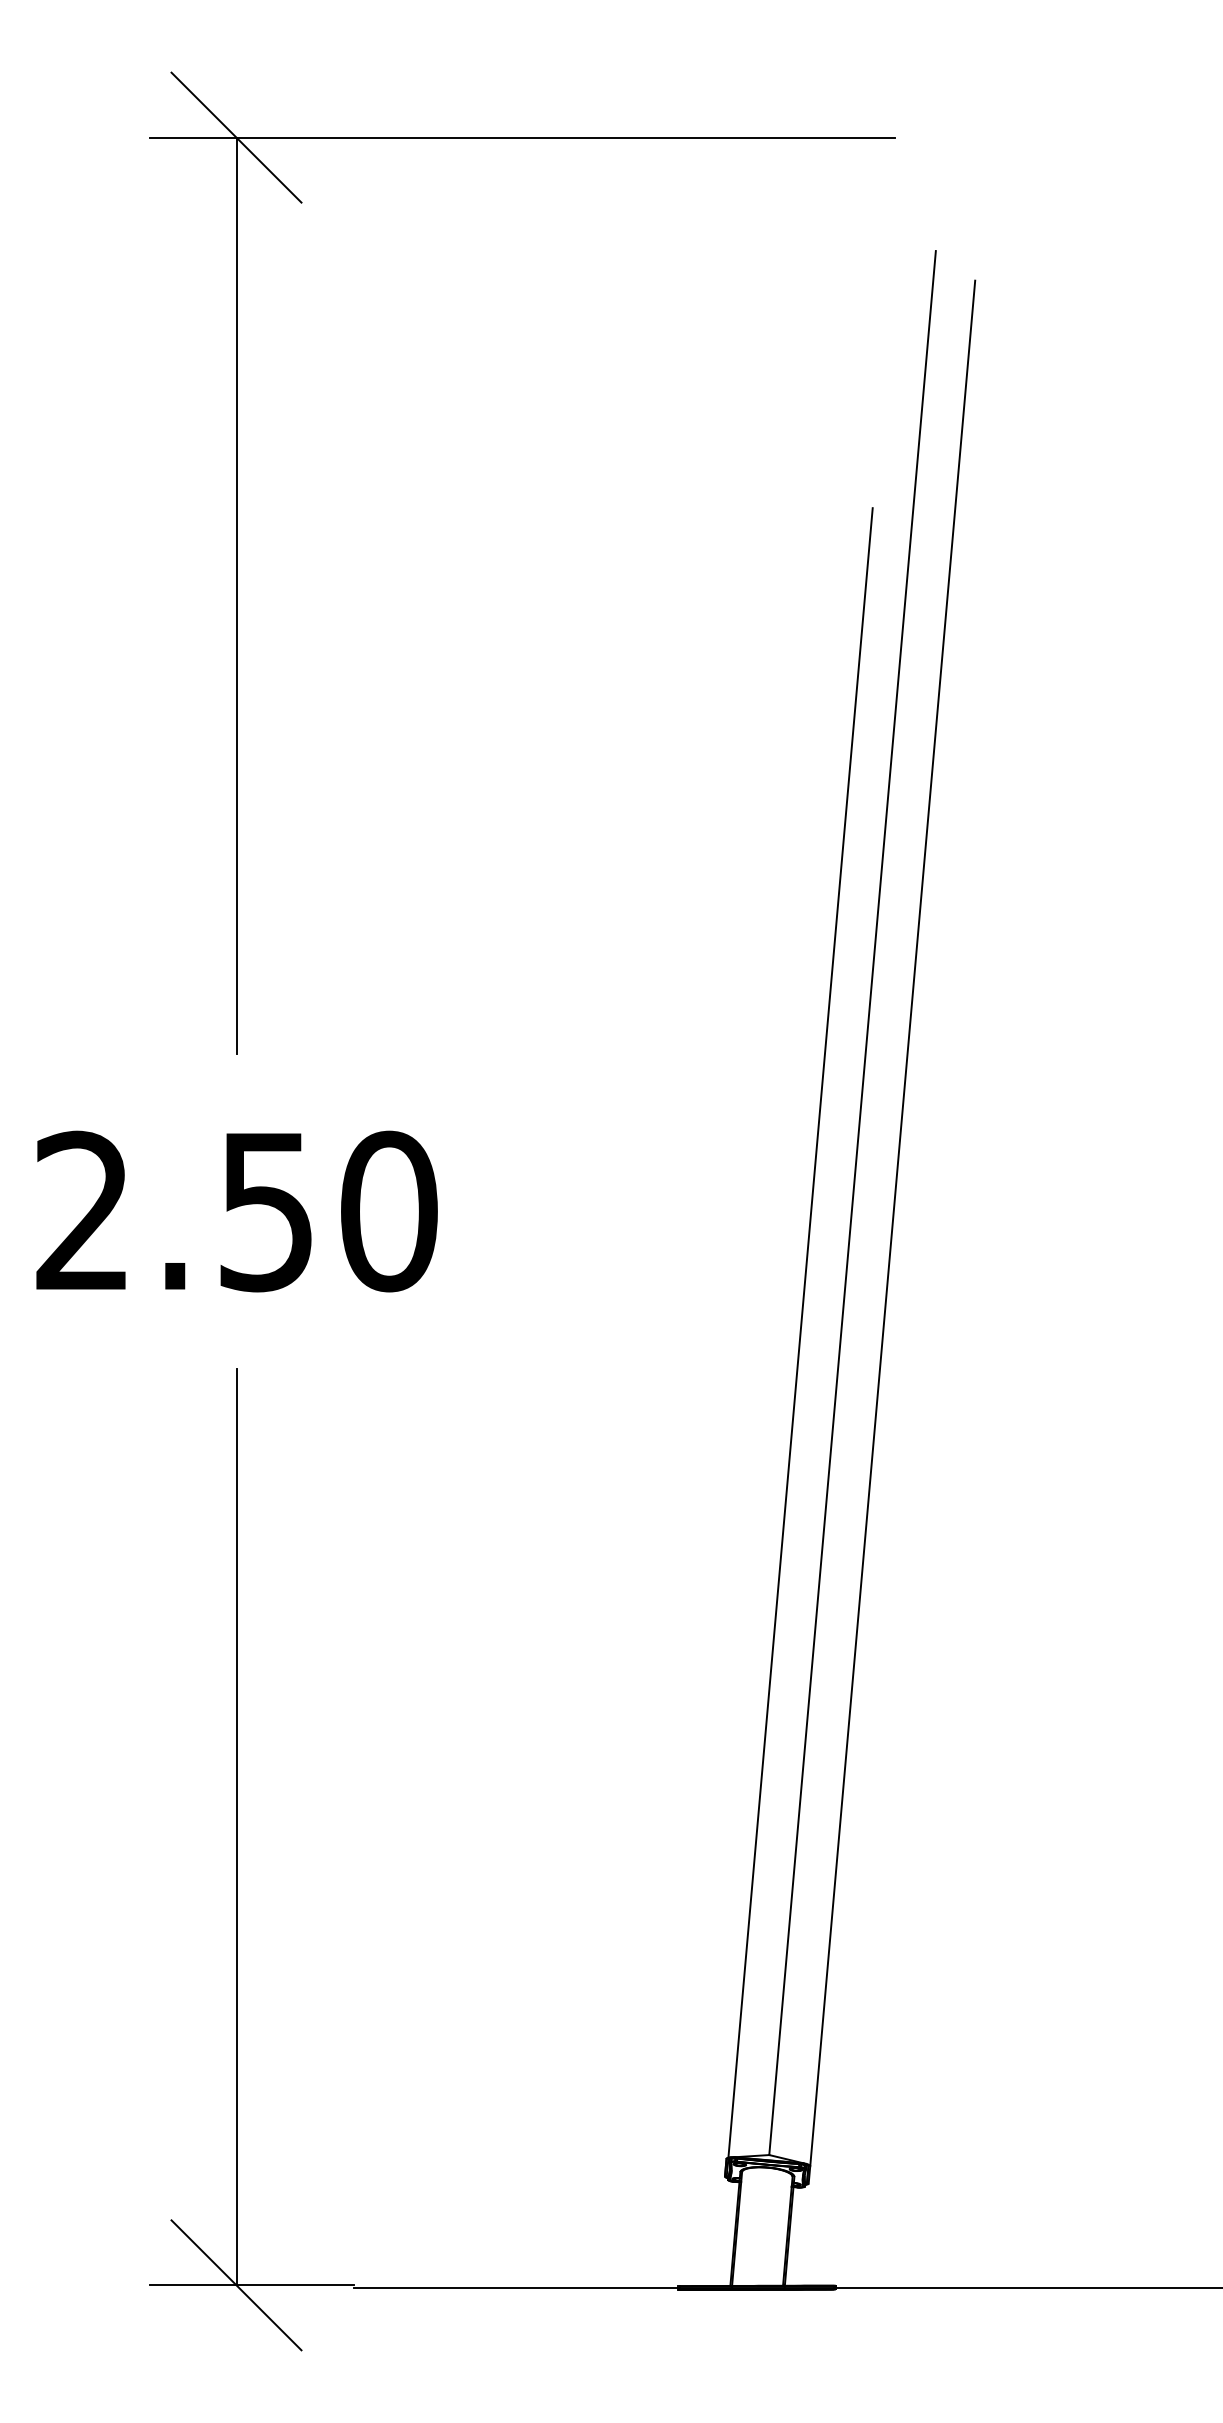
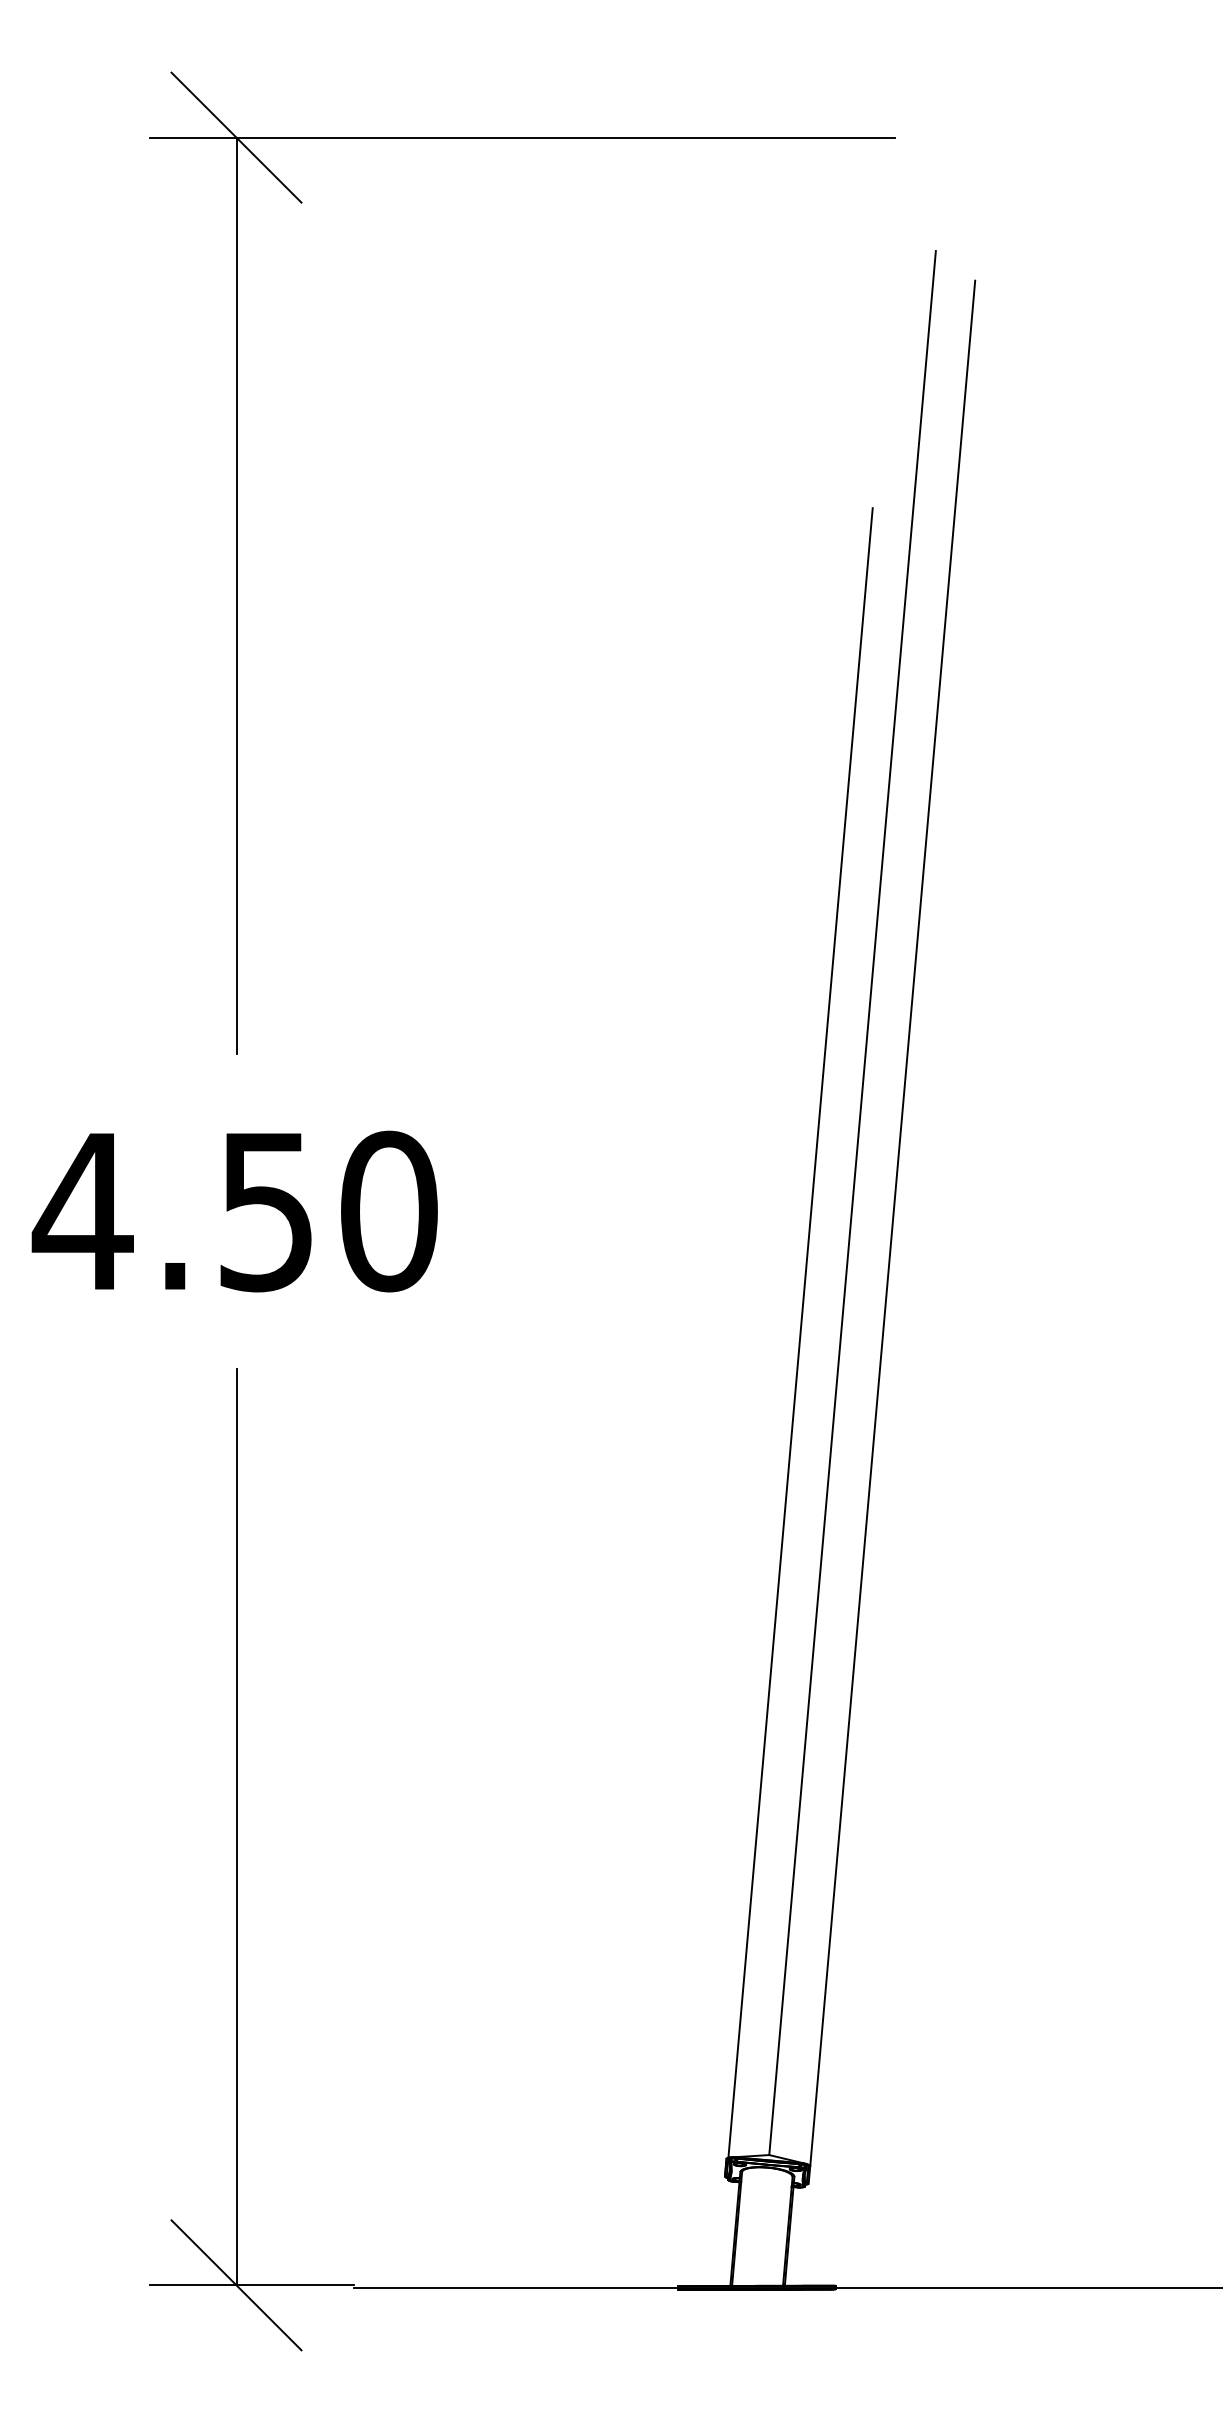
text at (82, 1209): 2.50 -> 4.50
